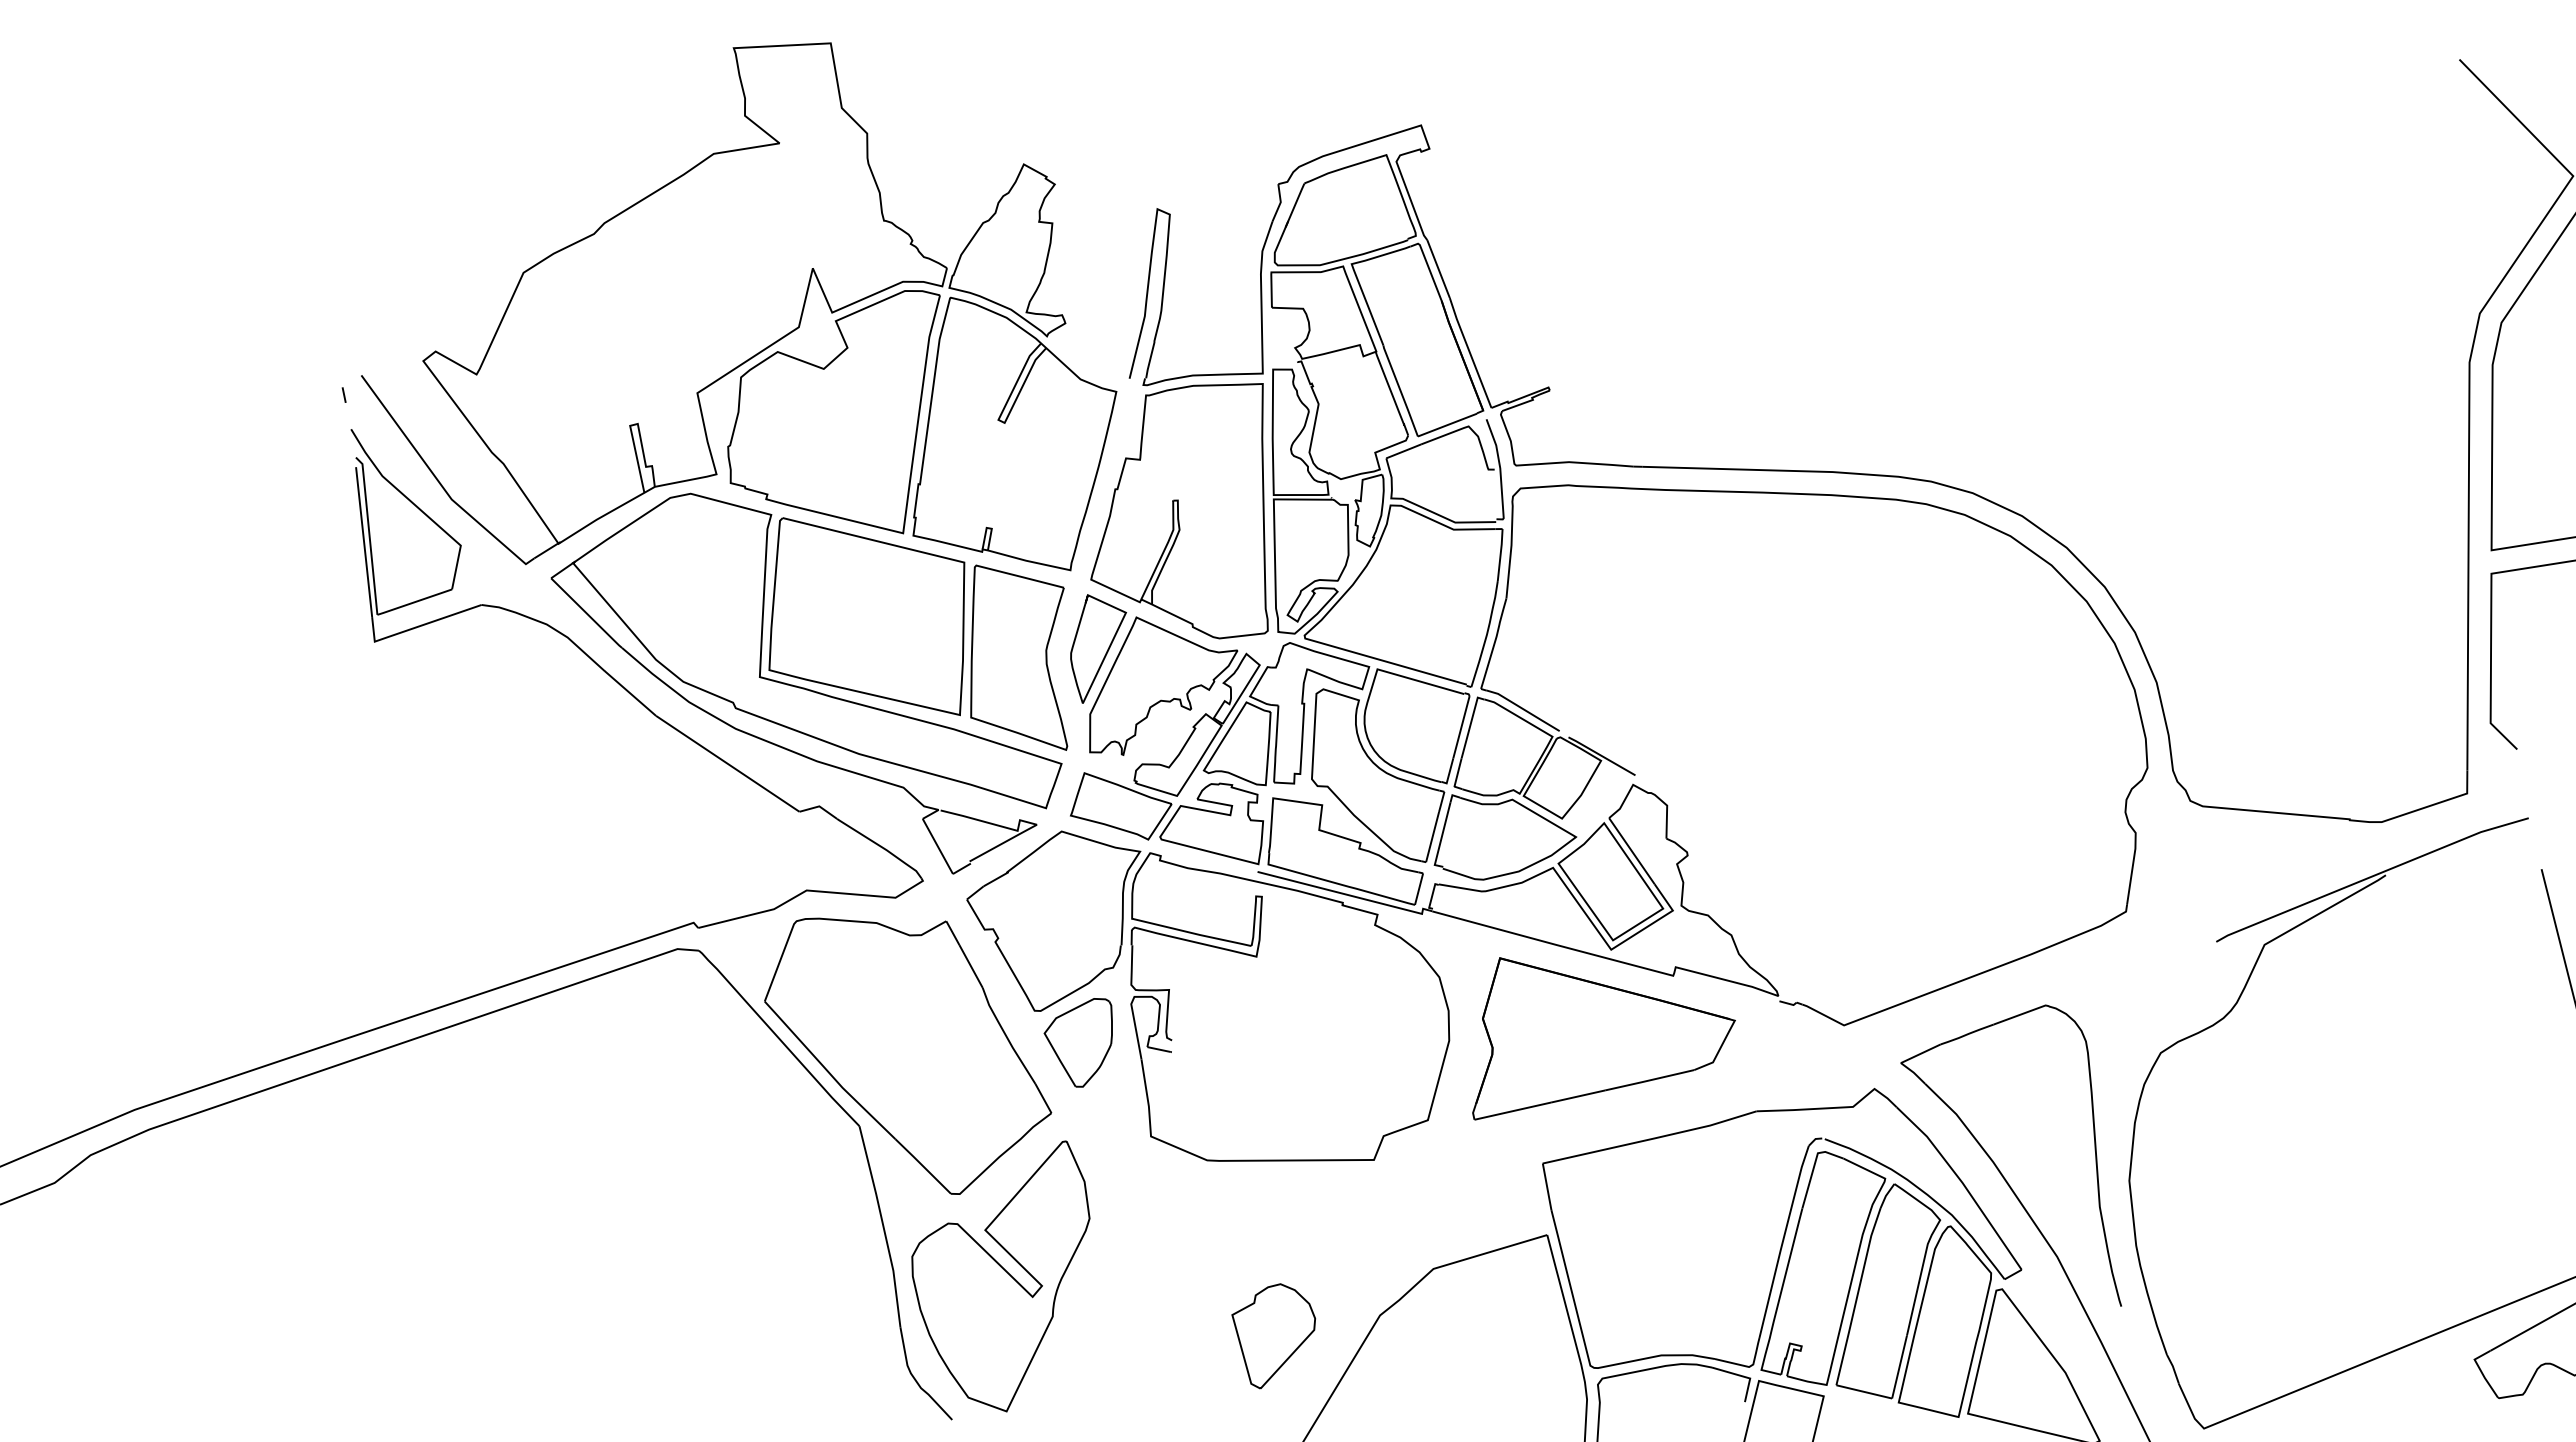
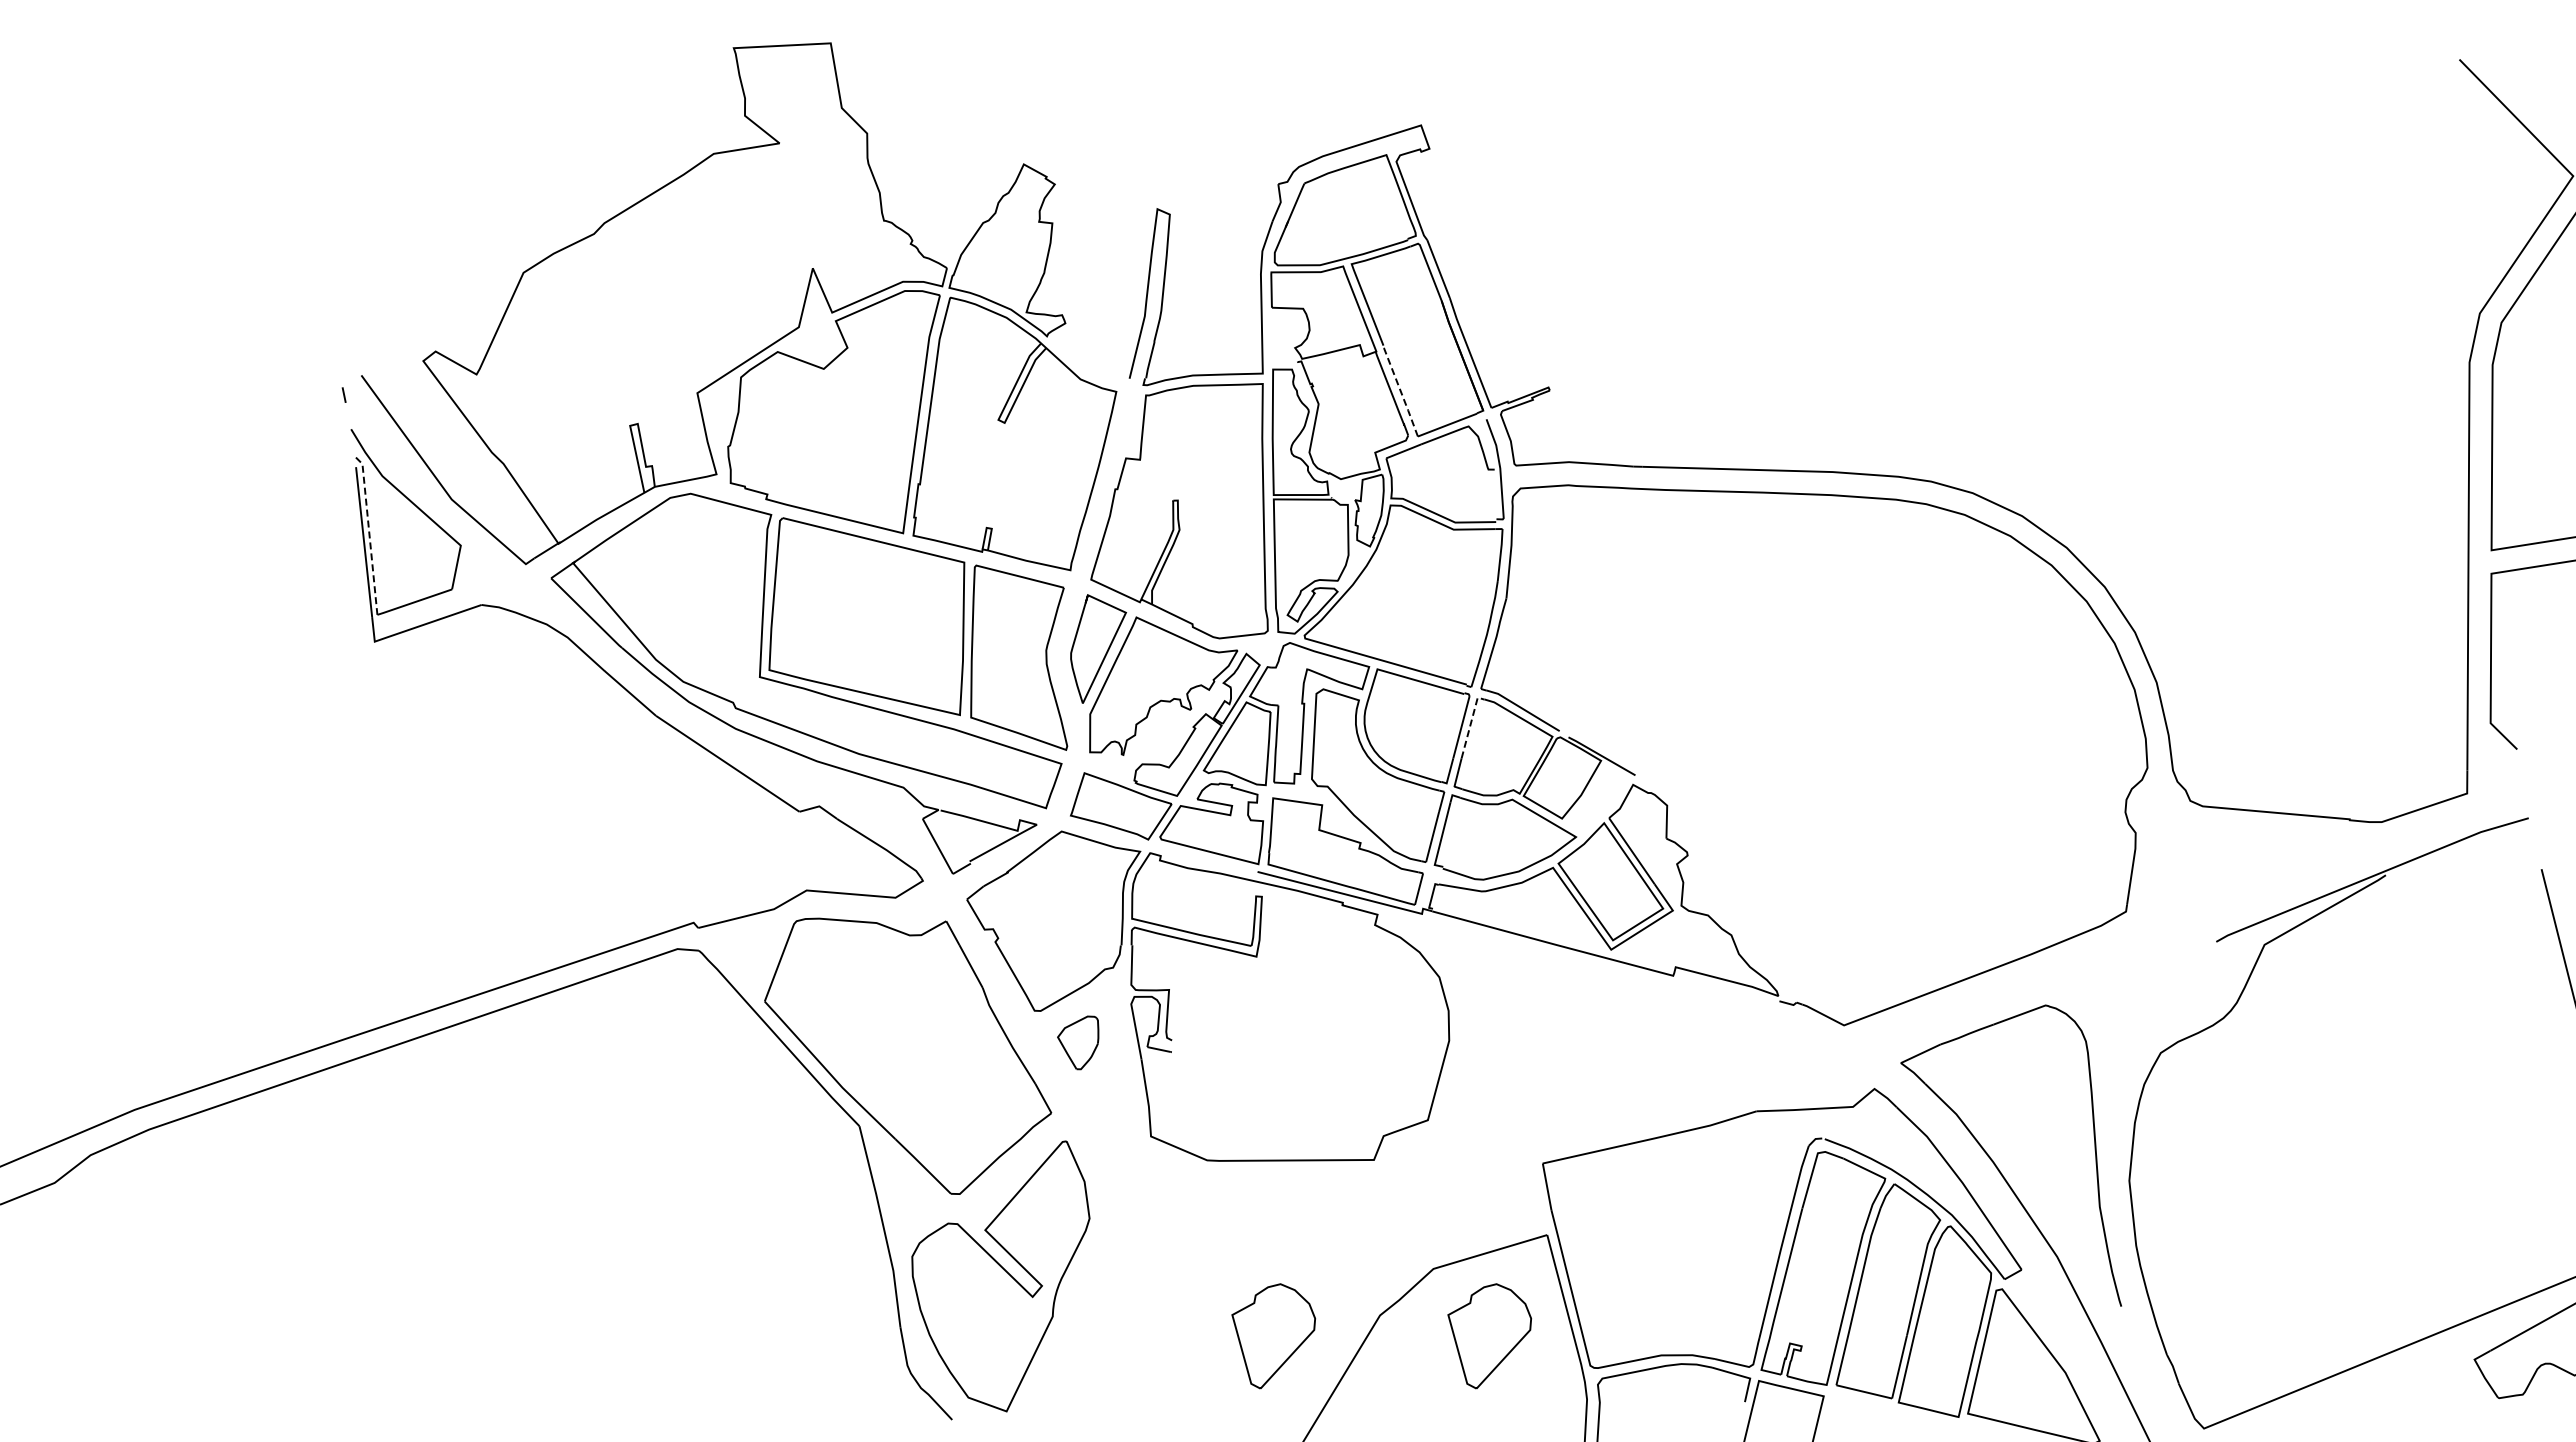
line at (1400, 390): solid -> dashed
line at (369, 534): solid -> dashed
line at (1470, 723): solid -> dashed
part at (1603, 1038): present -> none
part at (1077, 1042) size: 70x90 px -> 43x56 px
part at (1489, 1336): none -> present
